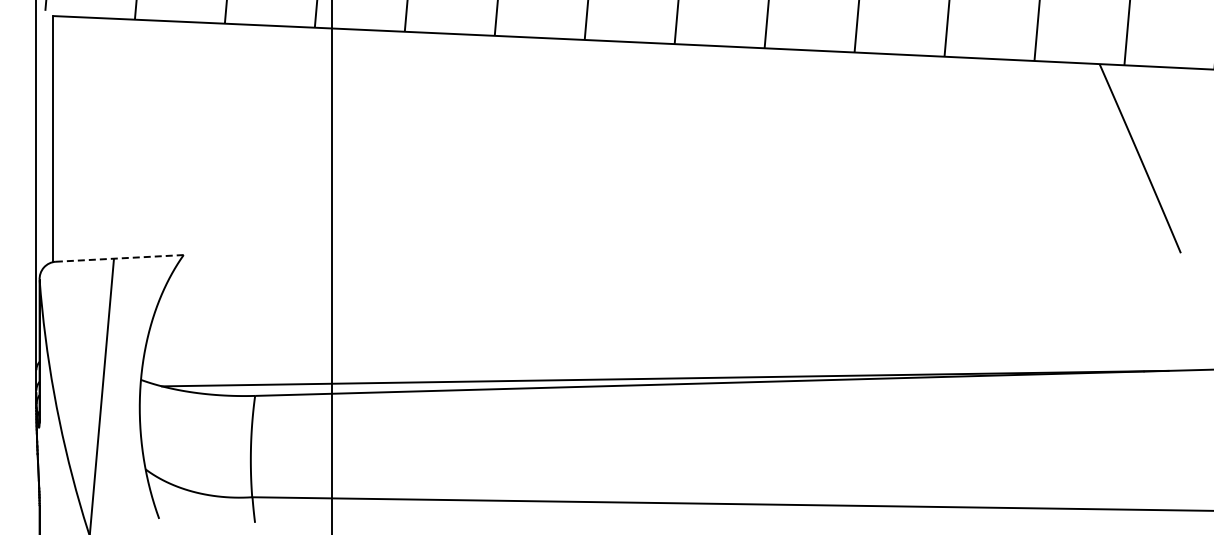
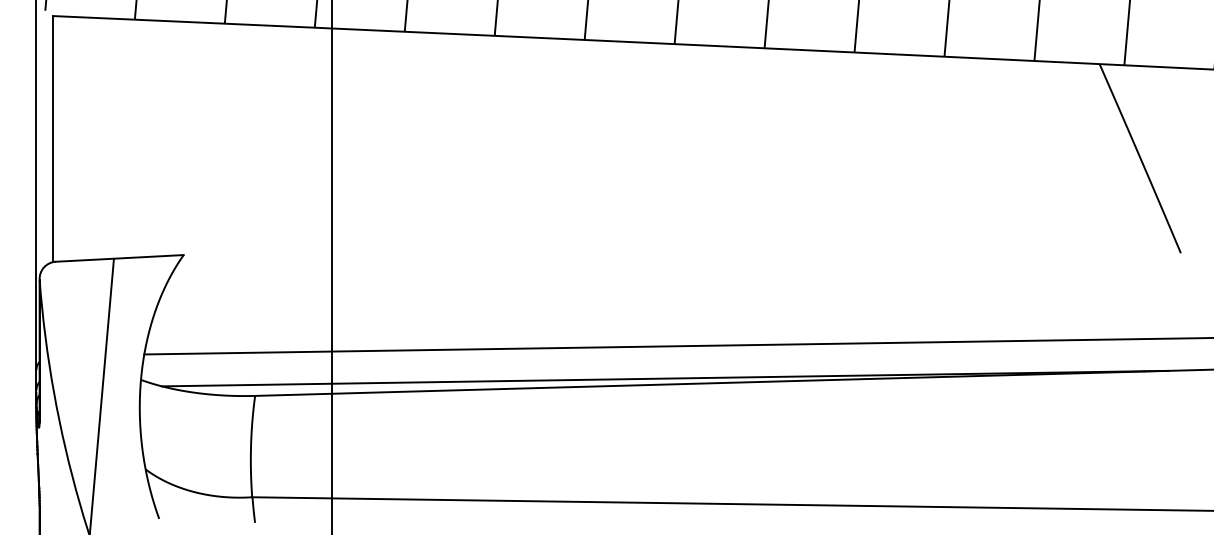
line at (119, 258): dashed -> solid
line at (677, 346): none -> present
